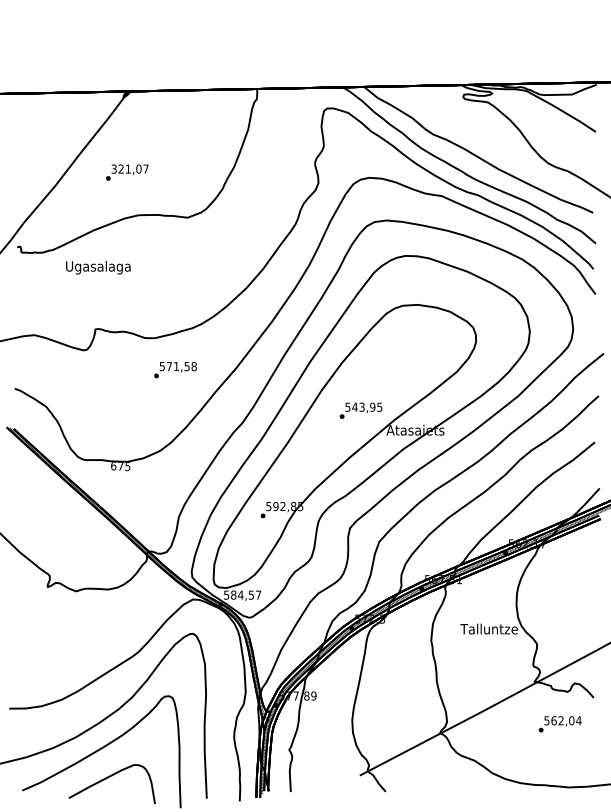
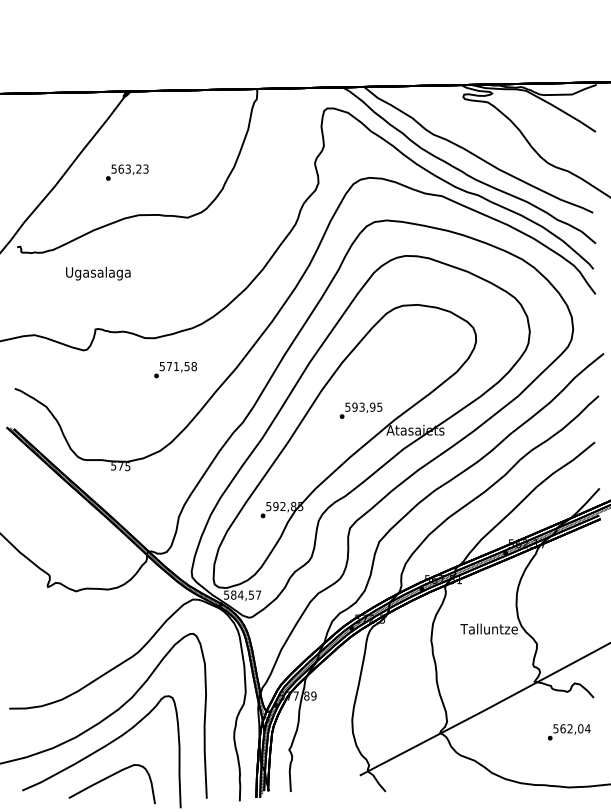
text at (129, 168): 321,07 -> 563,23
text at (98, 267) position: (98, 267) -> (98, 273)
text at (354, 406): 543,95 -> 593,95
text at (113, 466): 675 -> 575
text at (559, 724) position: (559, 724) -> (568, 732)
